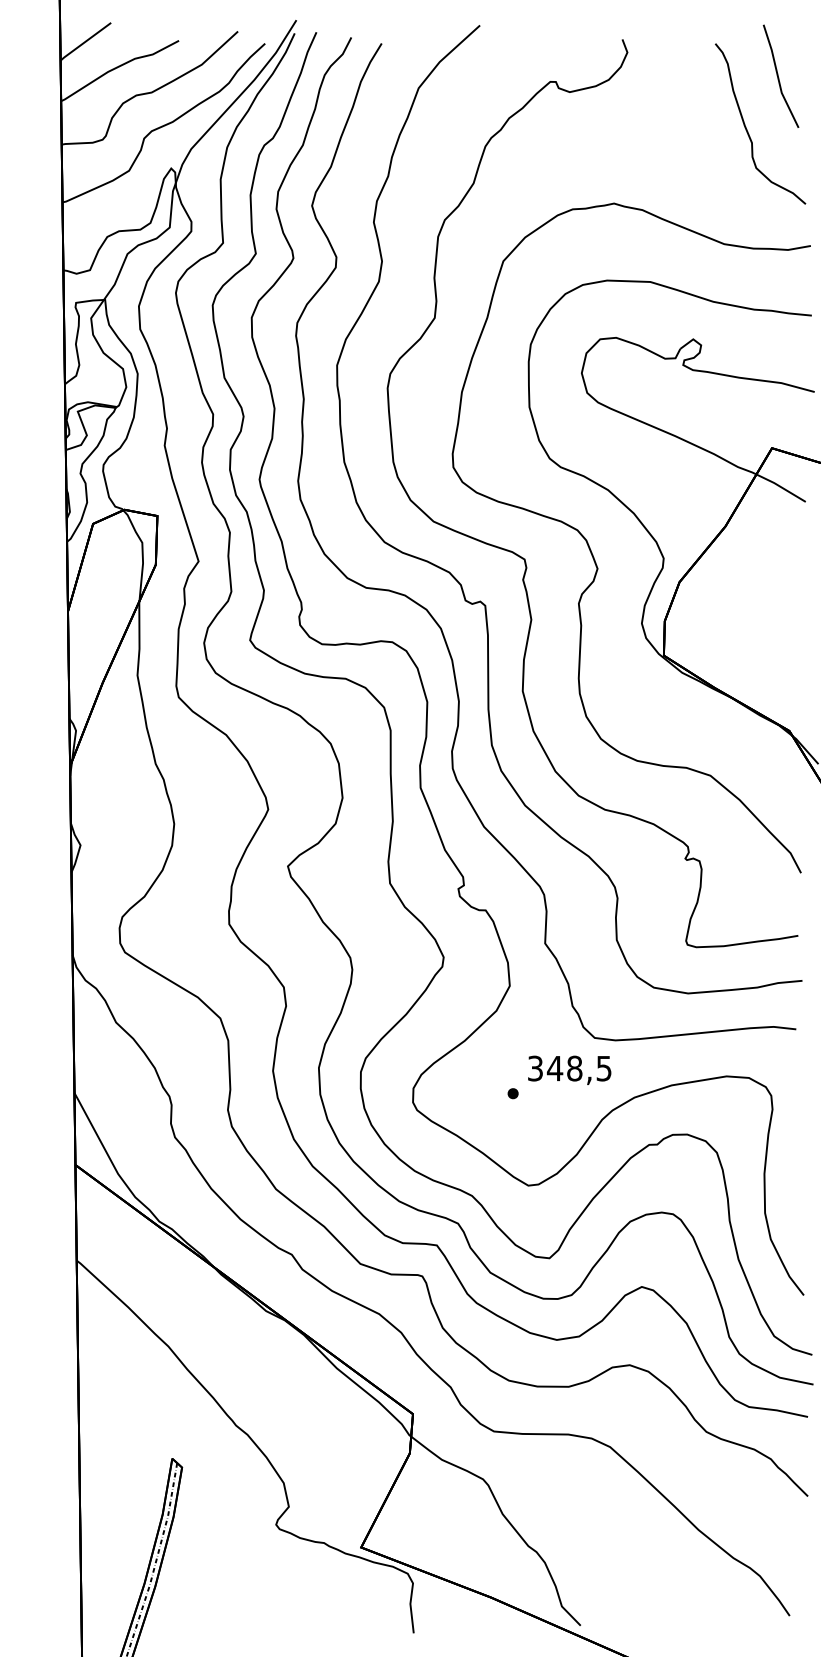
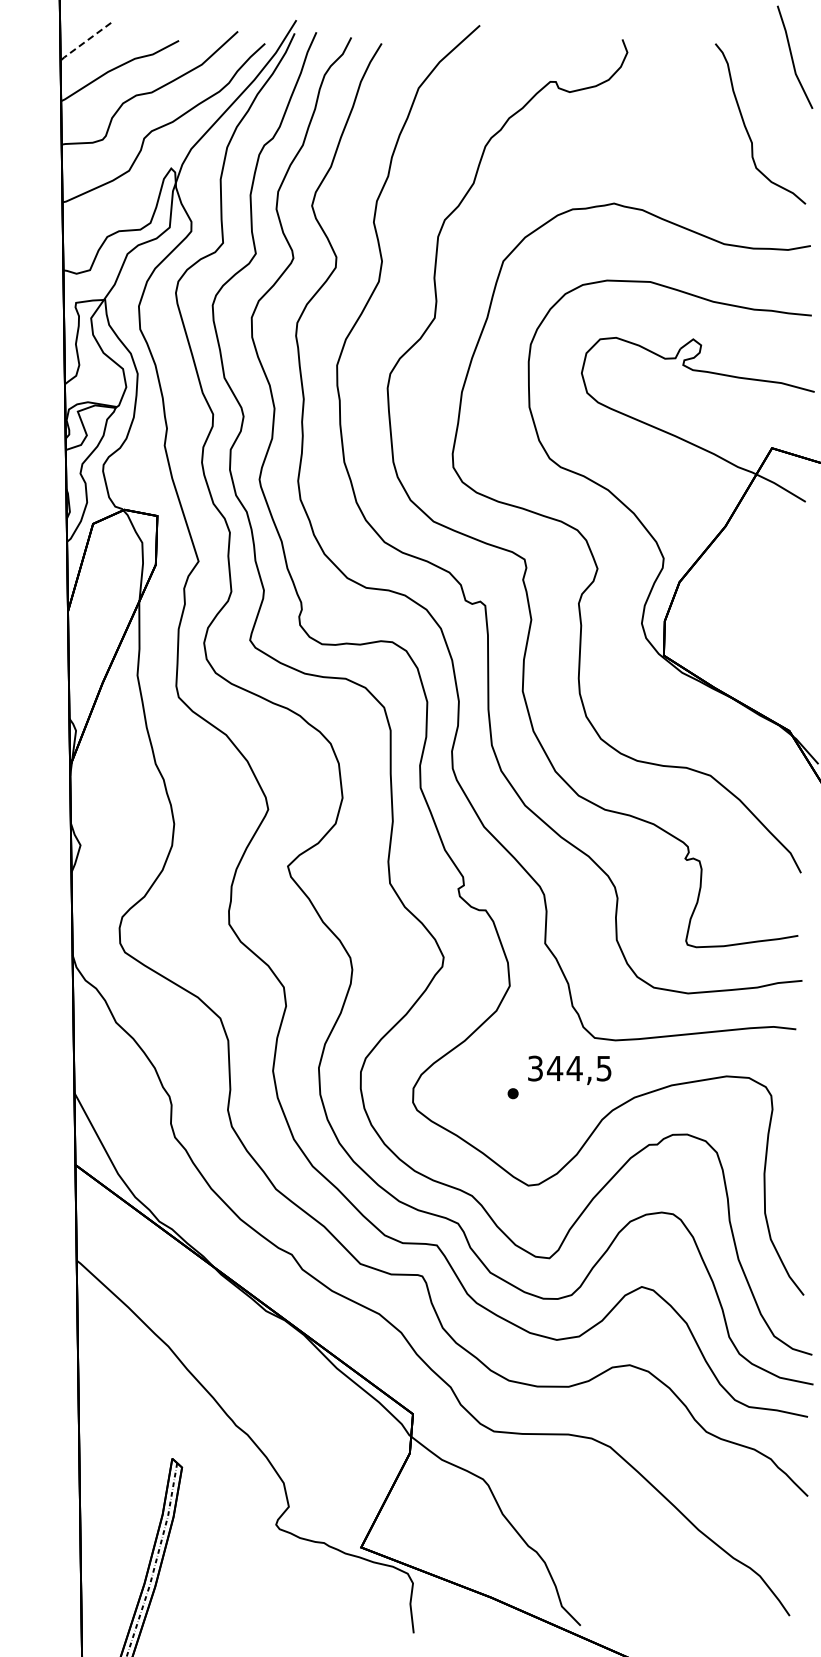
line at (84, 42): solid -> dashed
line at (778, 75) position: (778, 75) -> (792, 56)
text at (574, 1068): 348,5 -> 344,5
